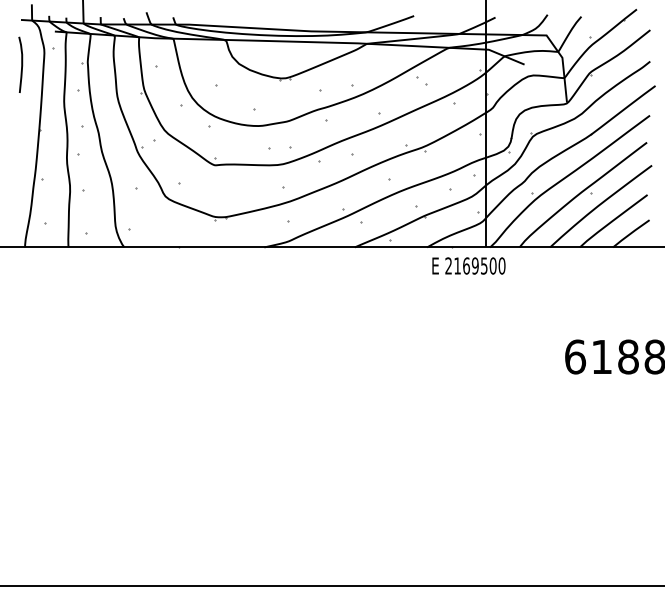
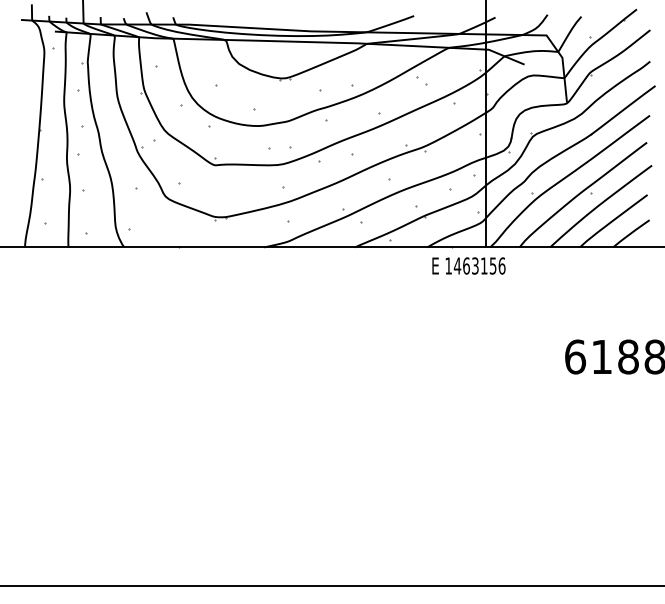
curve at (21, 64): present -> none
text at (475, 265): 2169500 -> 1463156
